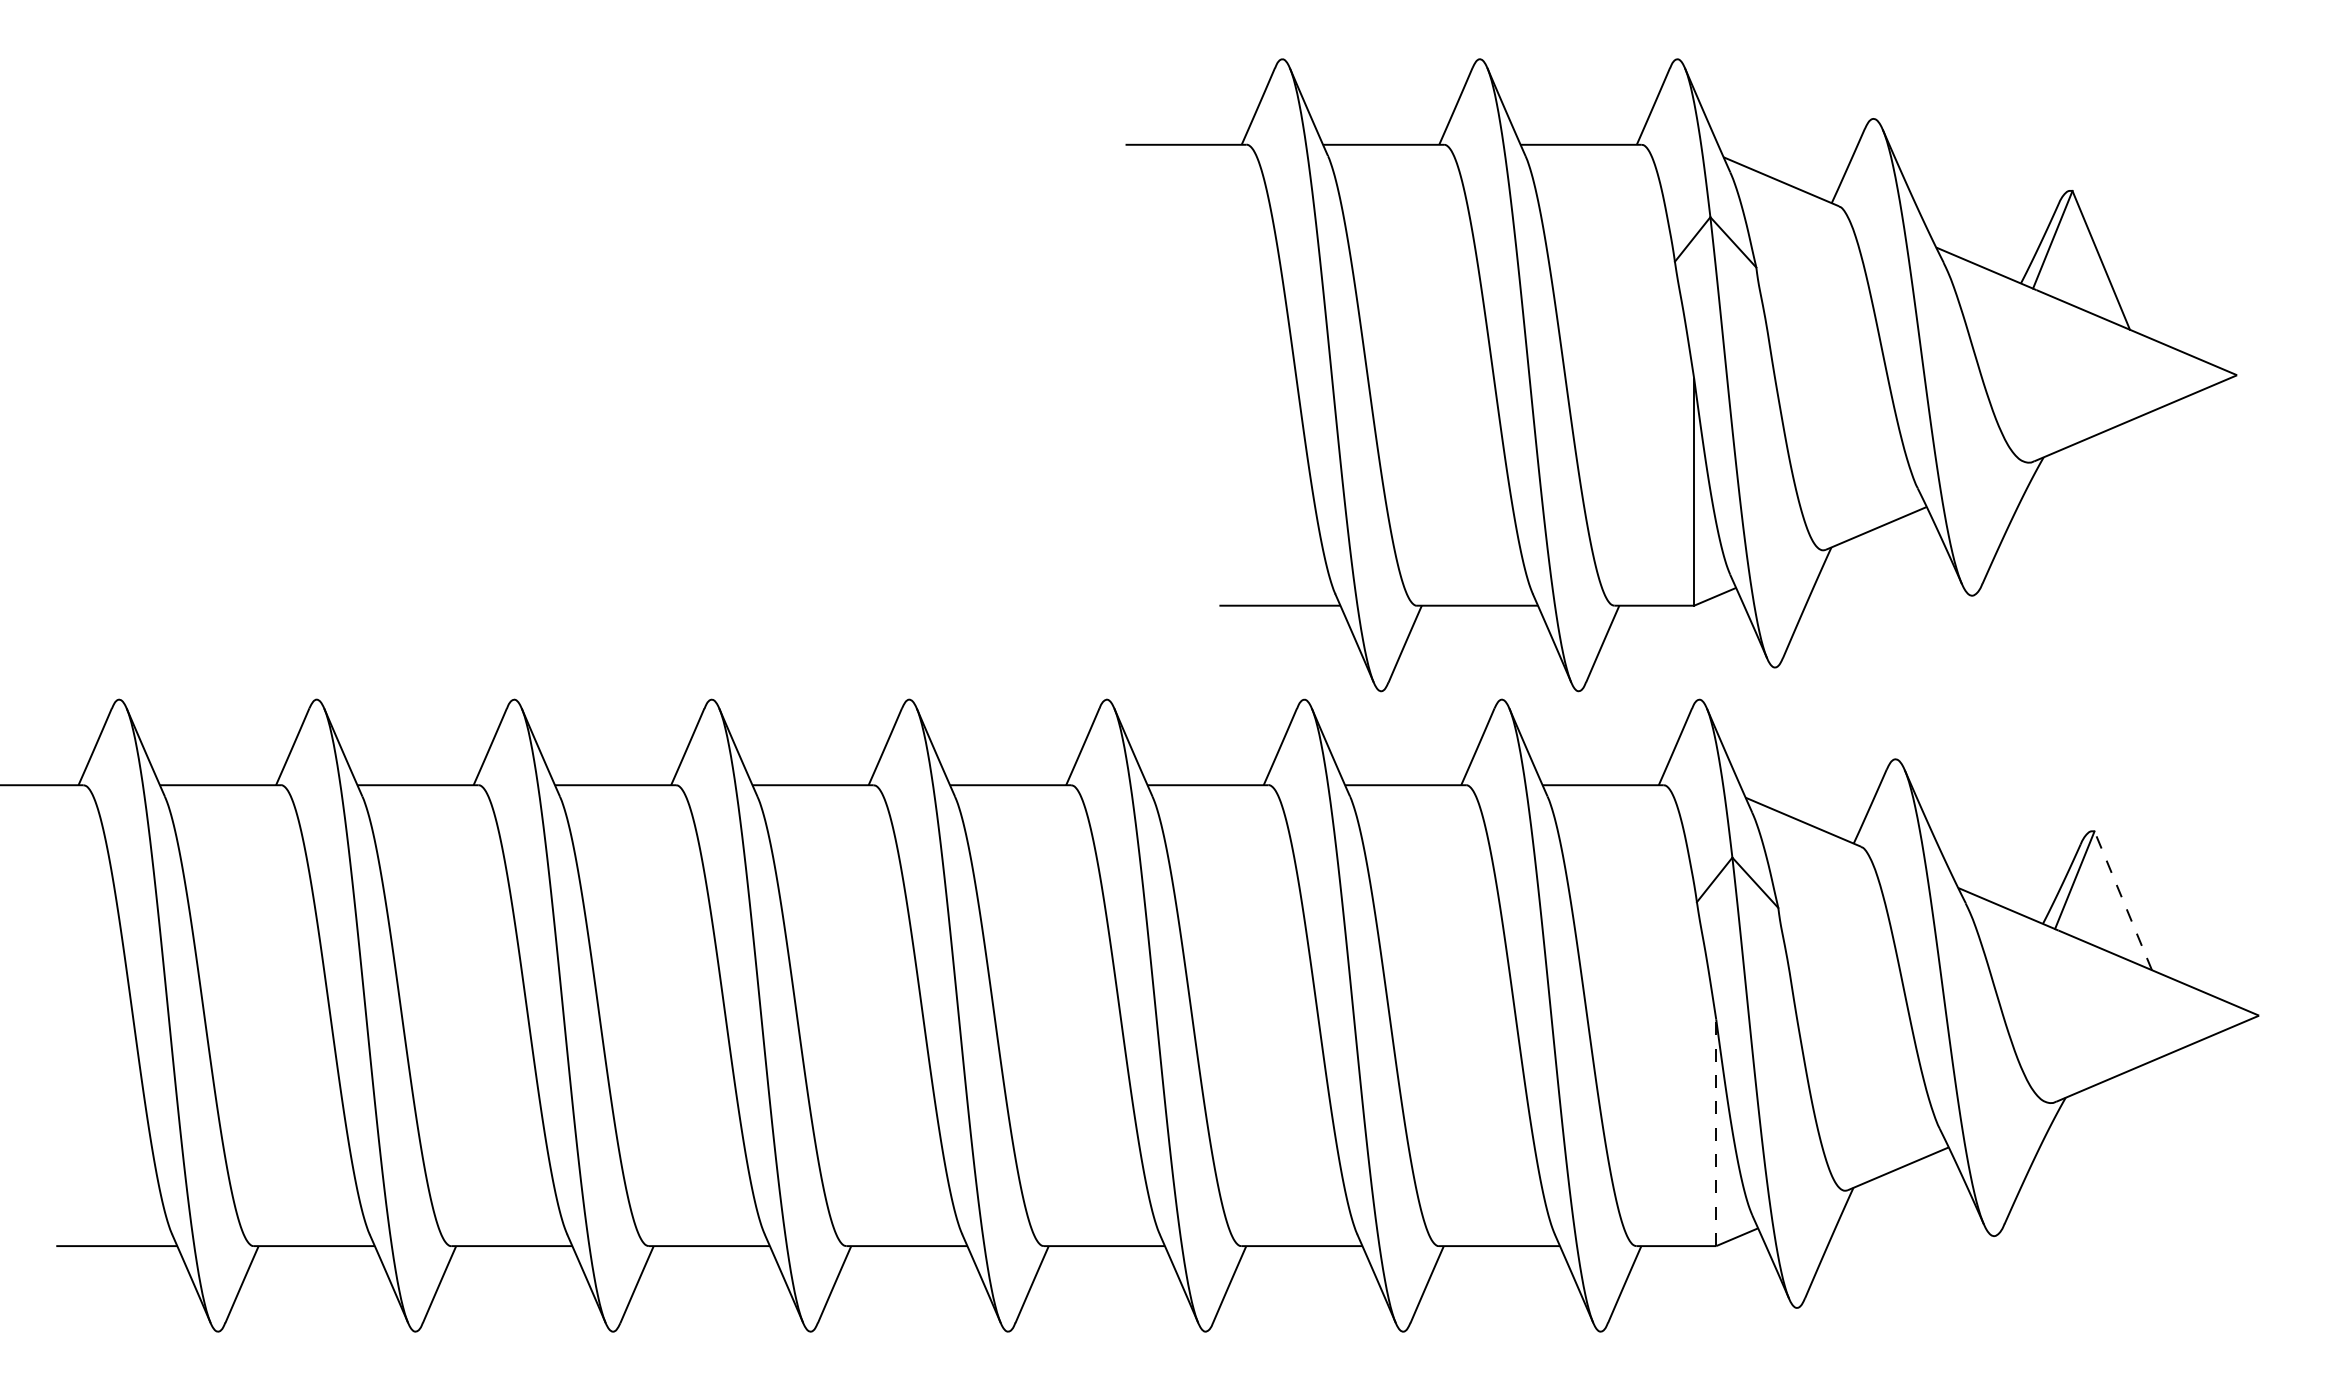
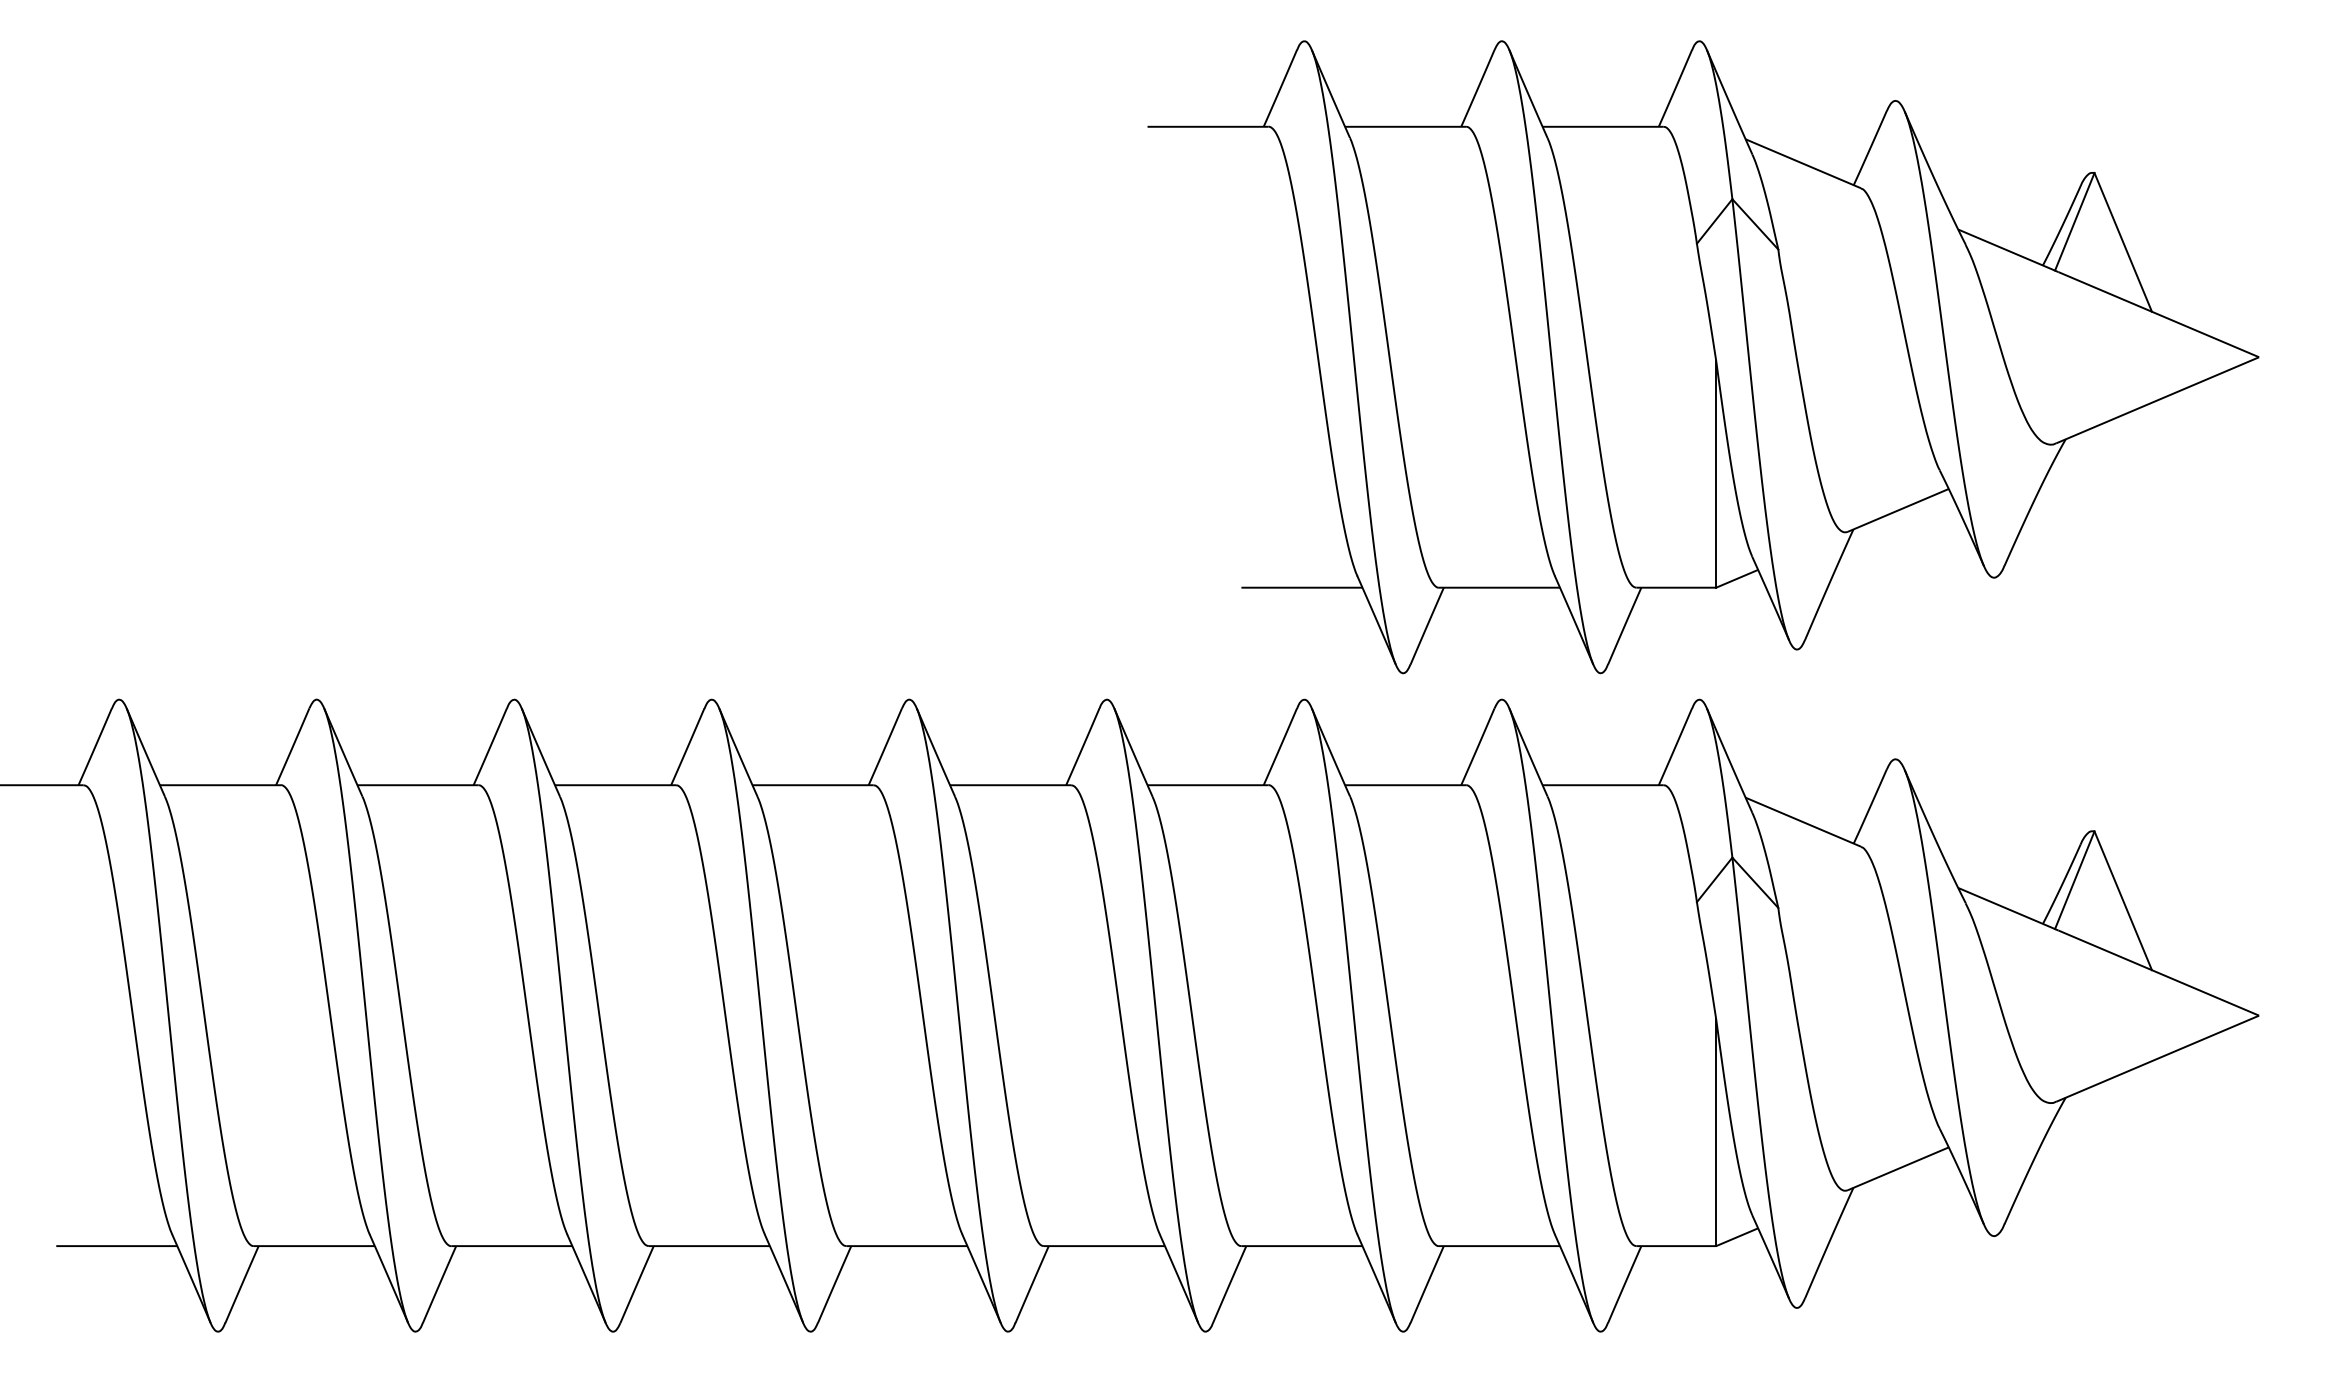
part at (1681, 375) position: (1681, 375) -> (1703, 357)
line at (2123, 900): dashed -> solid
line at (1716, 1132): dashed -> solid
